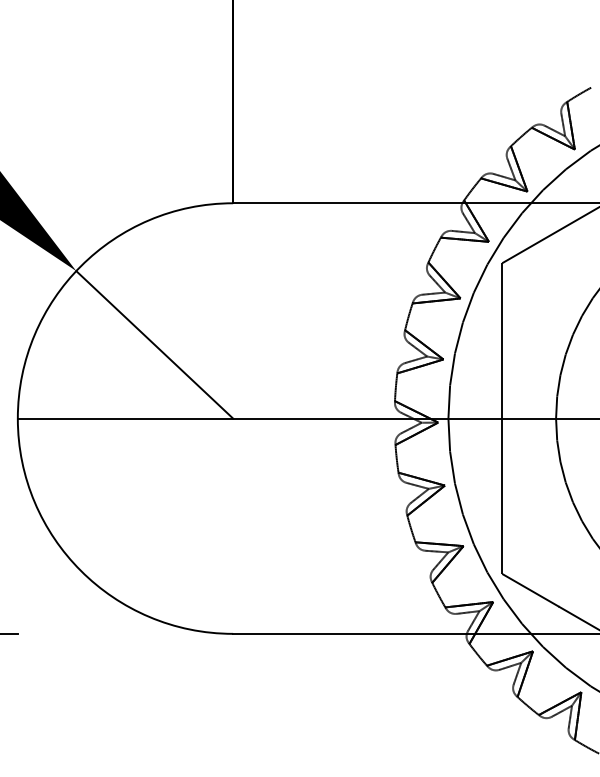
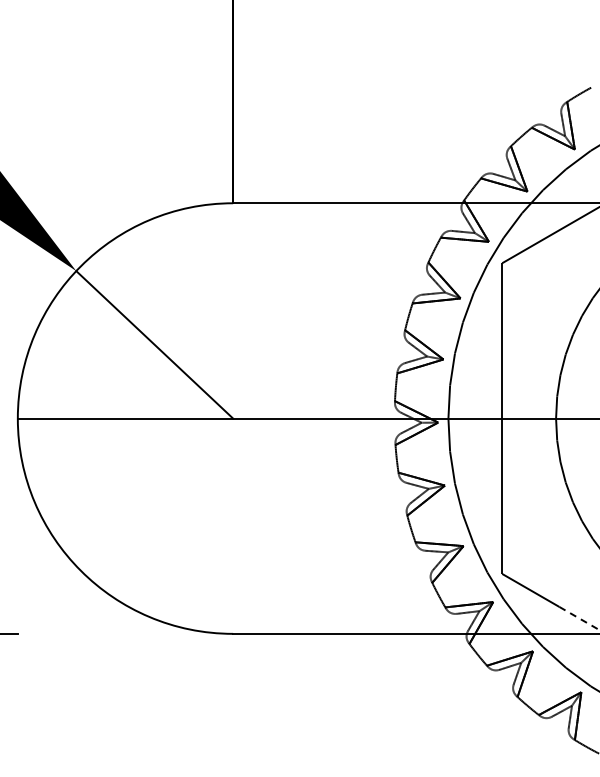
line at (579, 618): solid -> dashed
